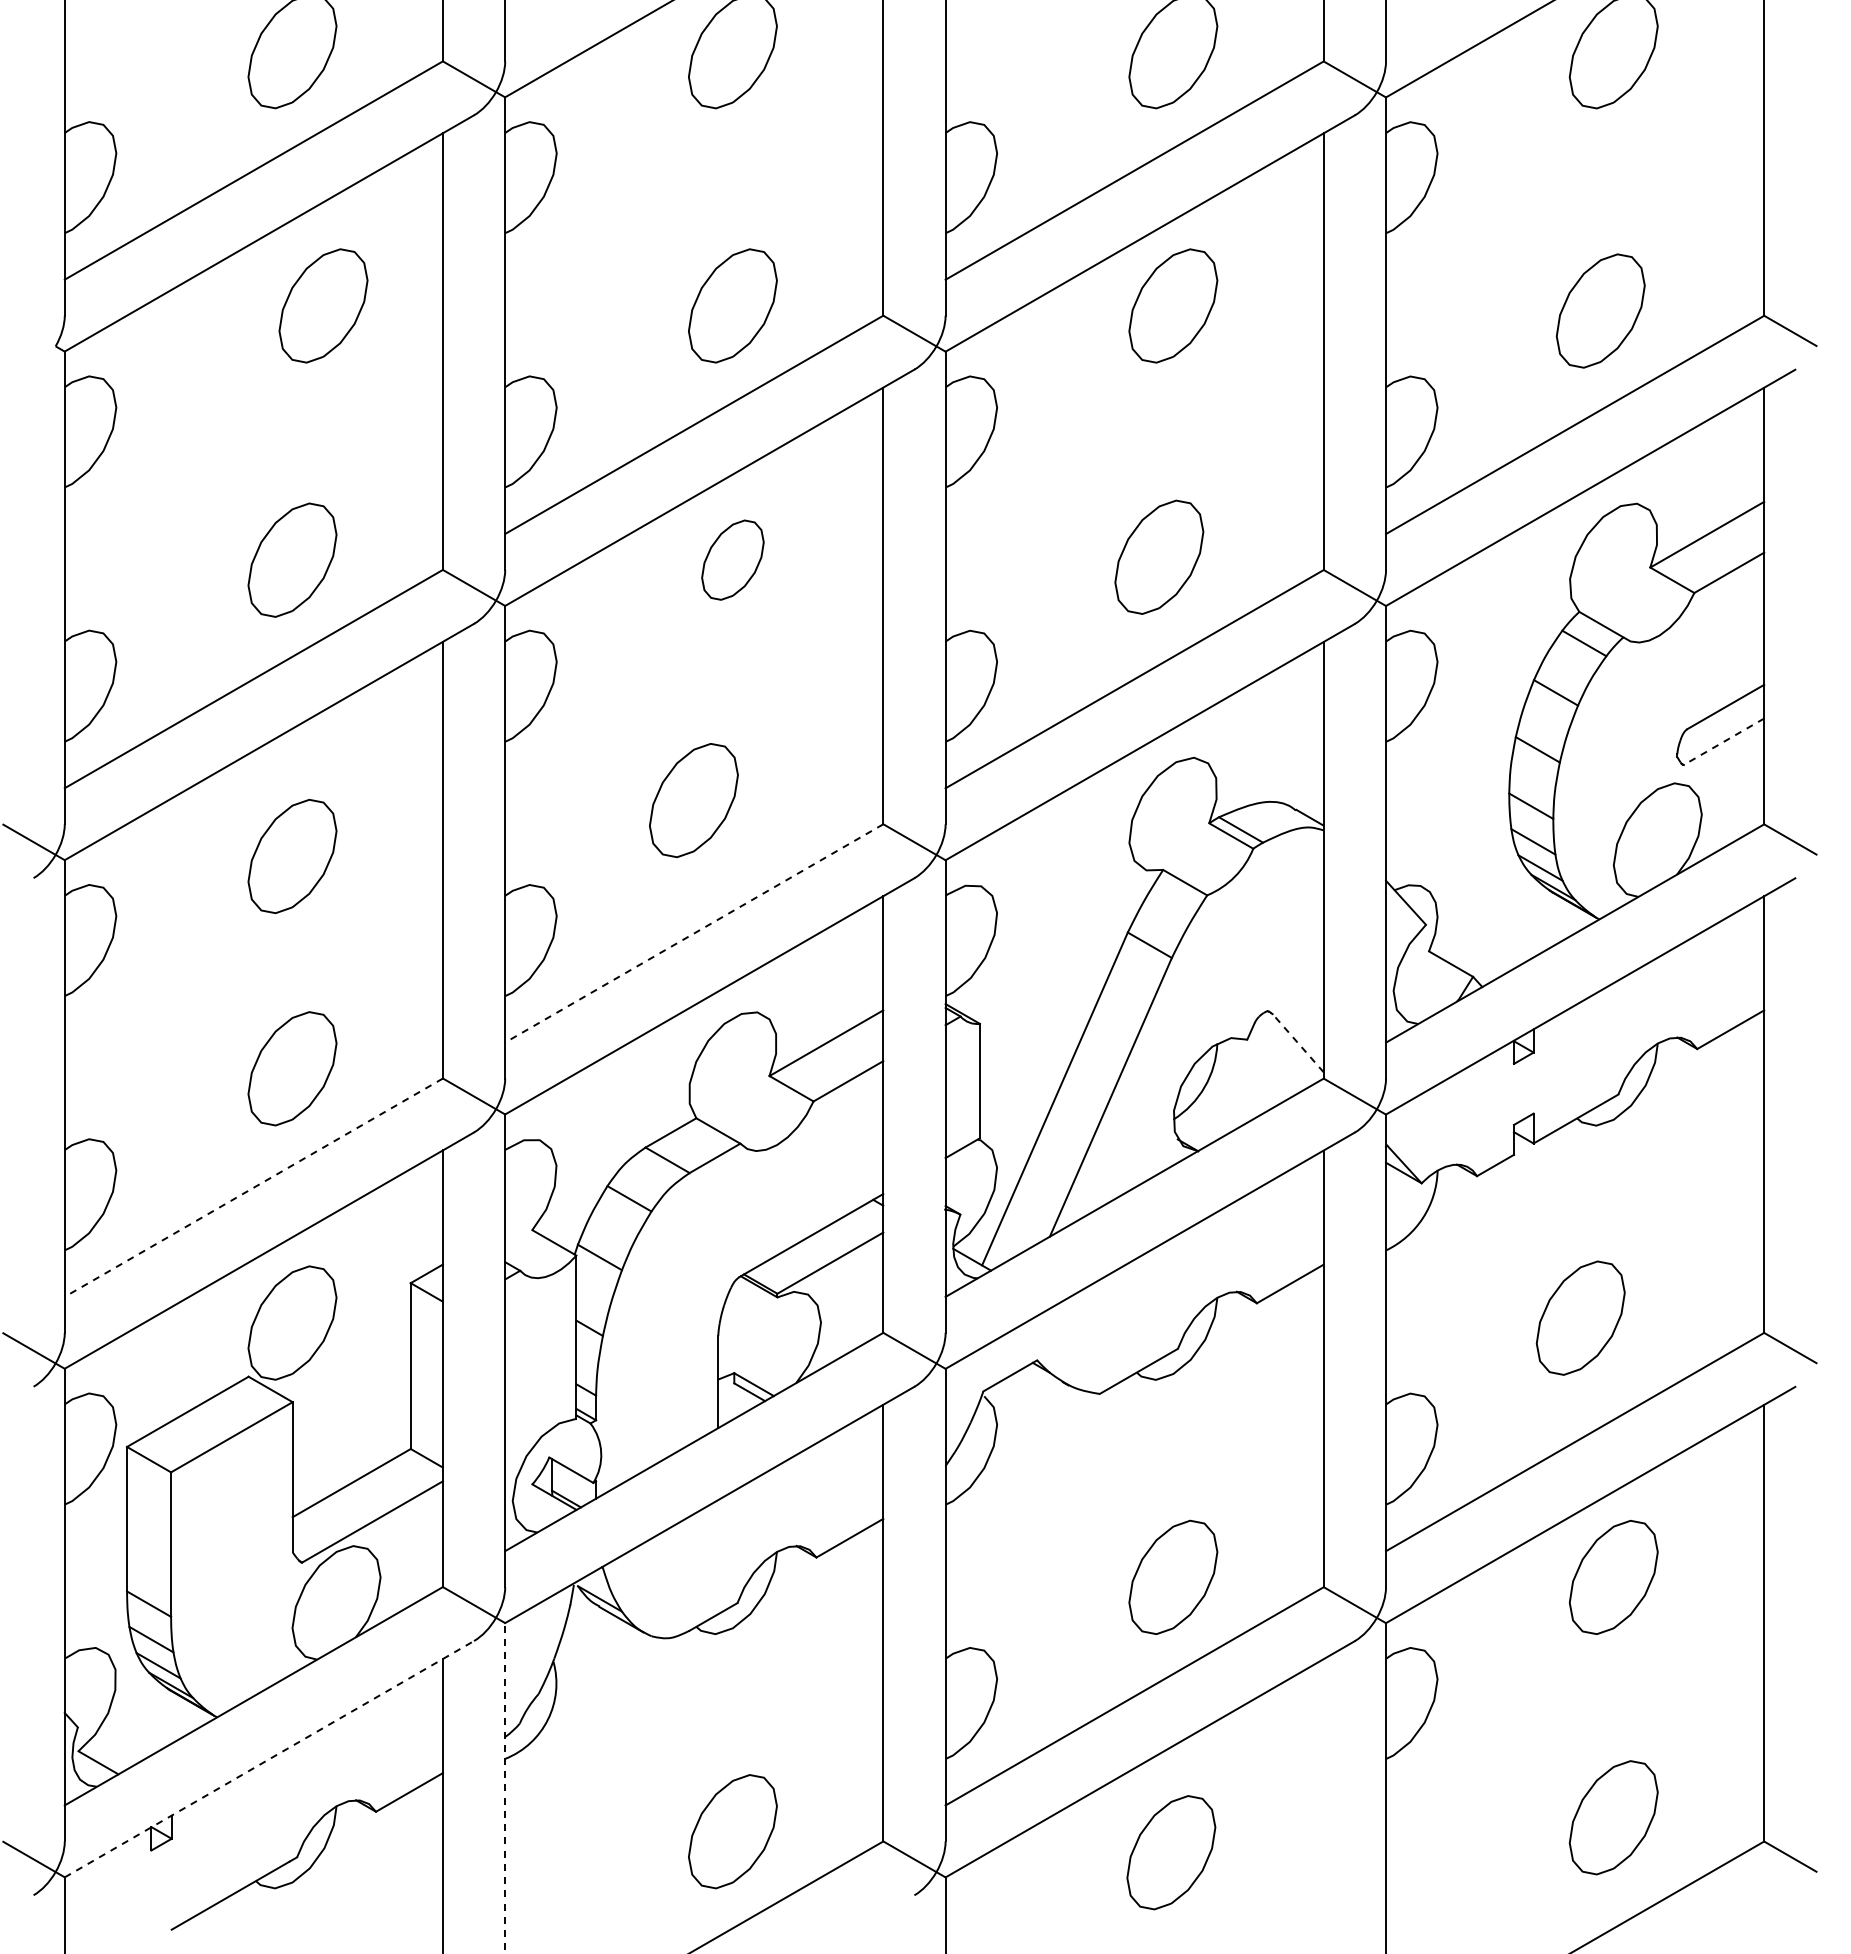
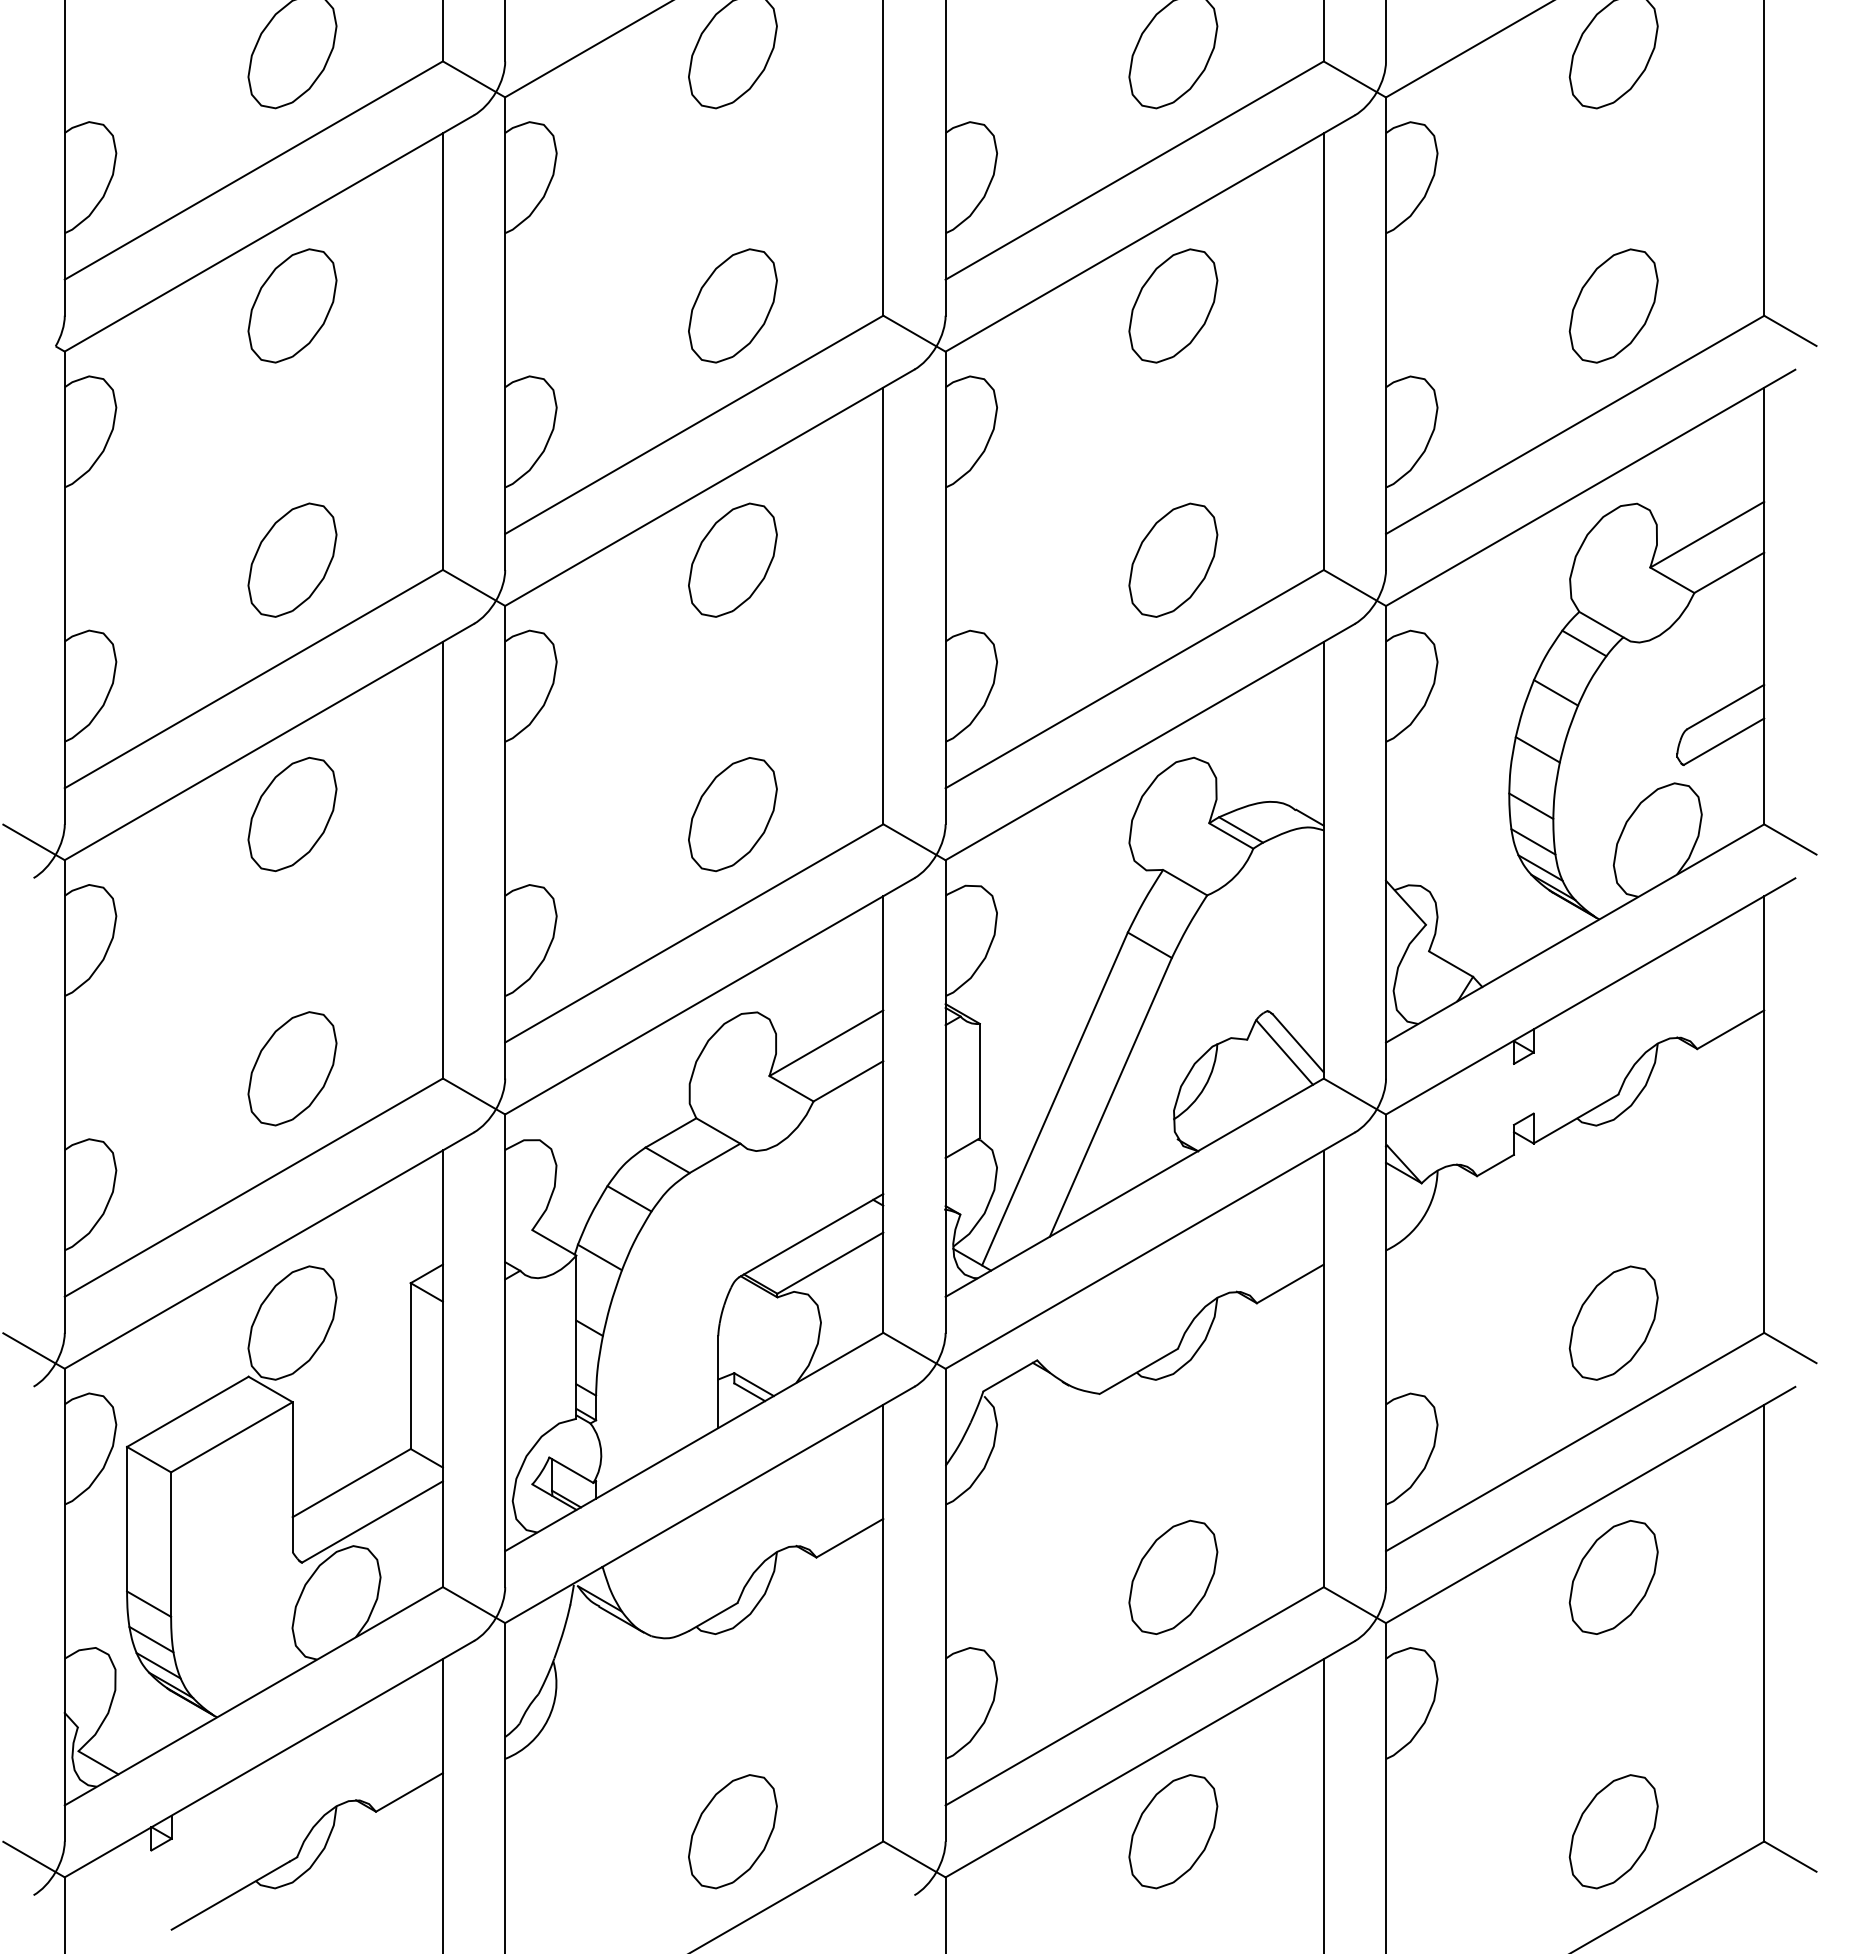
part at (323, 305) position: (323, 305) -> (292, 305)
part at (1600, 310) position: (1600, 310) -> (1613, 305)
part at (1159, 556) position: (1159, 556) -> (1173, 559)
part at (732, 559) size: 64x82 px -> 90x116 px
line at (1723, 742): dashed -> solid
part at (693, 800) position: (693, 800) -> (732, 814)
part at (292, 856) position: (292, 856) -> (292, 814)
line at (693, 933): dashed -> solid
line at (1298, 1043): dashed -> solid
line at (1284, 1052): none -> present
line at (253, 1187): dashed -> solid
part at (1580, 1317) position: (1580, 1317) -> (1613, 1322)
line at (269, 1758): dashed -> solid
line at (505, 1787): dashed -> solid
line at (1323, 1804): none -> present
part at (1613, 1817) position: (1613, 1817) -> (1613, 1831)
part at (1171, 1852) position: (1171, 1852) -> (1173, 1831)
